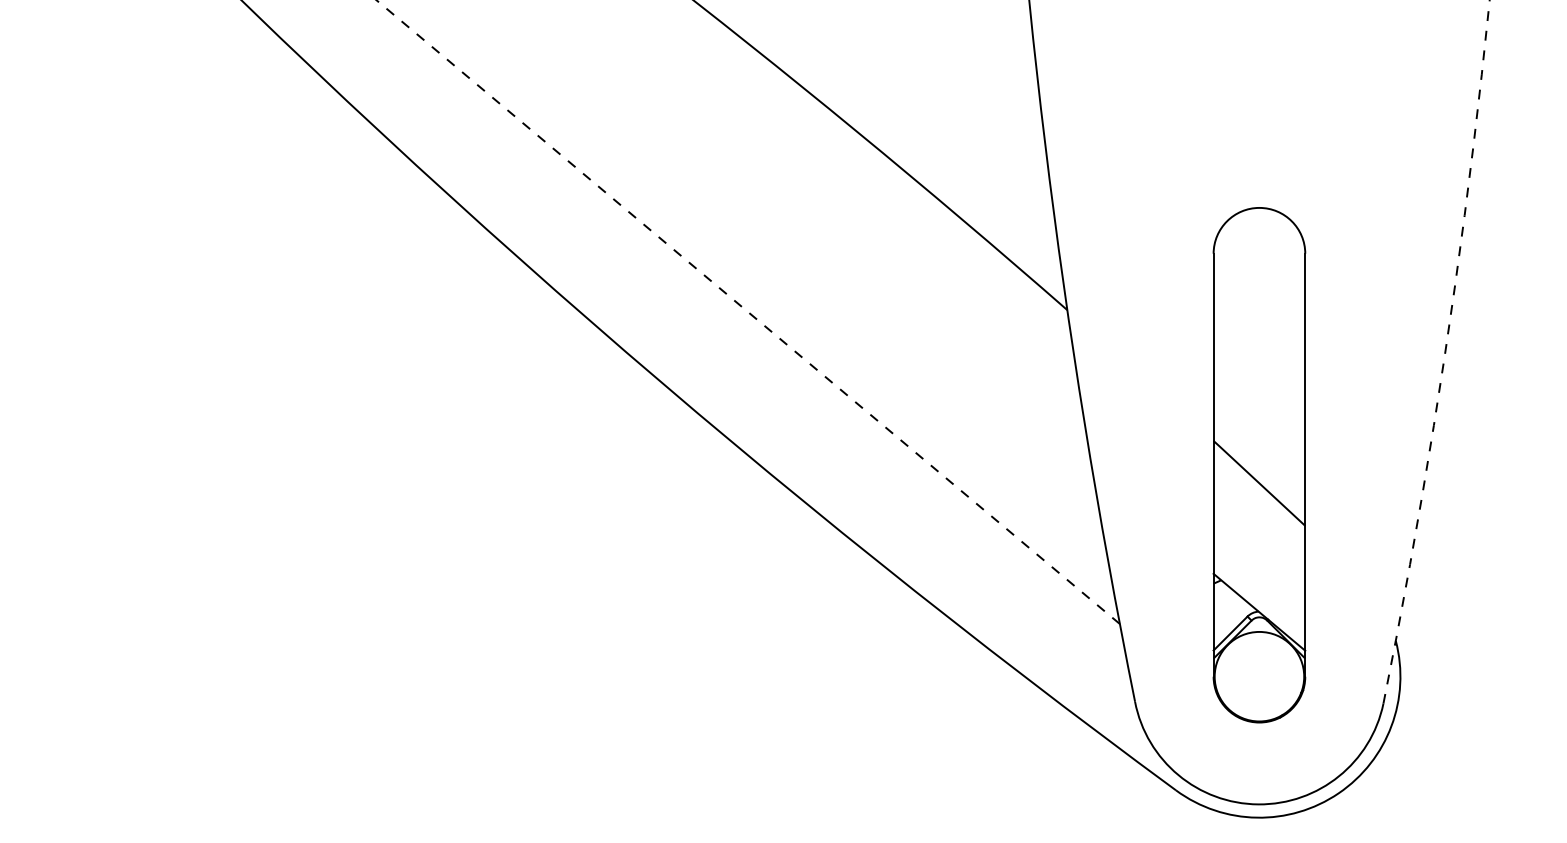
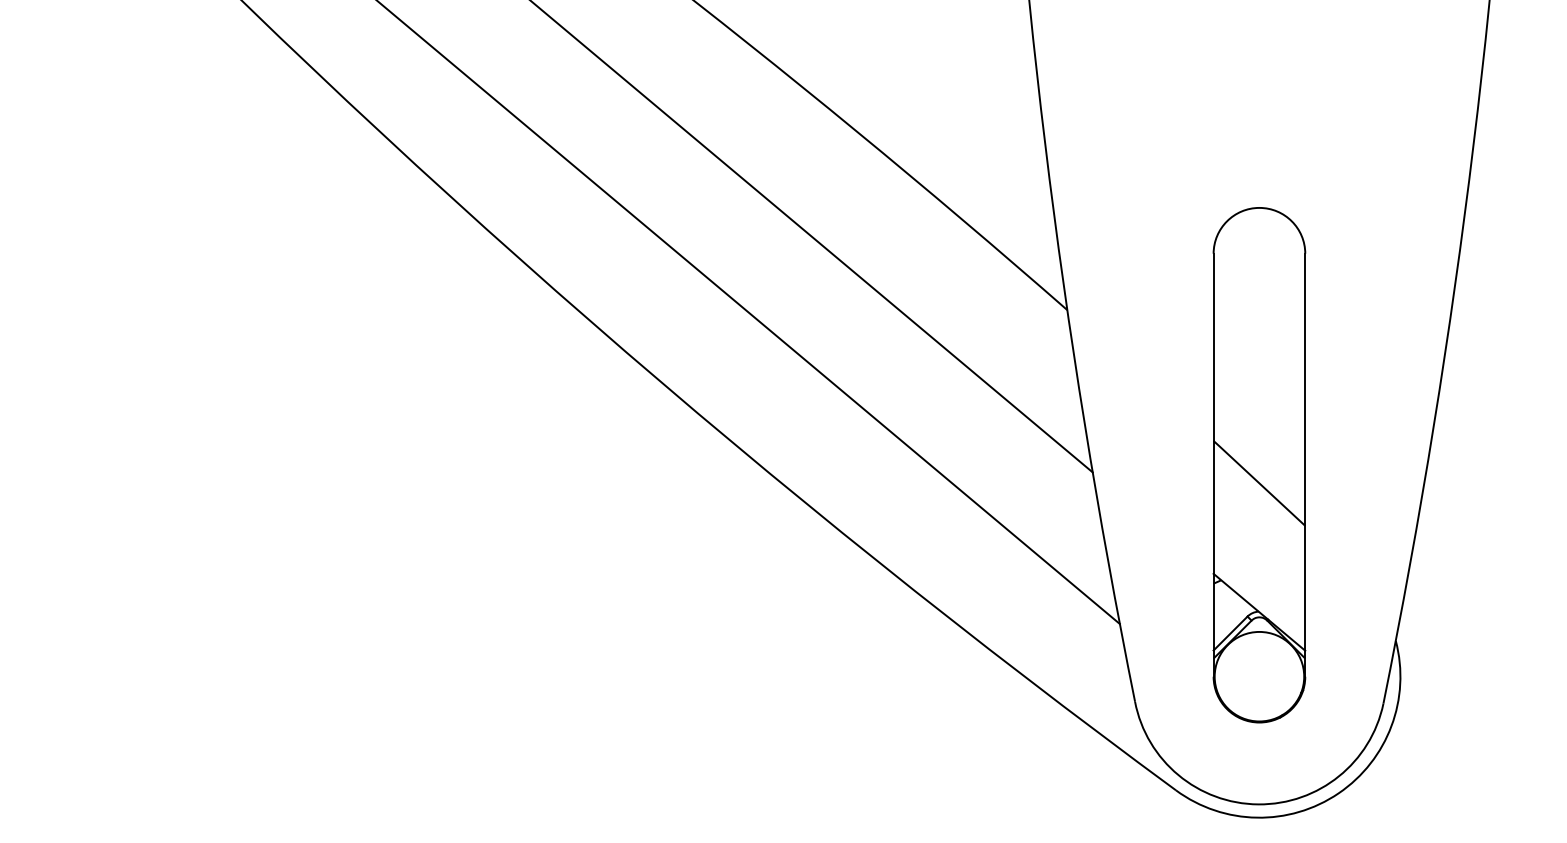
line at (812, 237): none -> present
line at (748, 312): dashed -> solid
arc at (1445, 353): dashed -> solid
